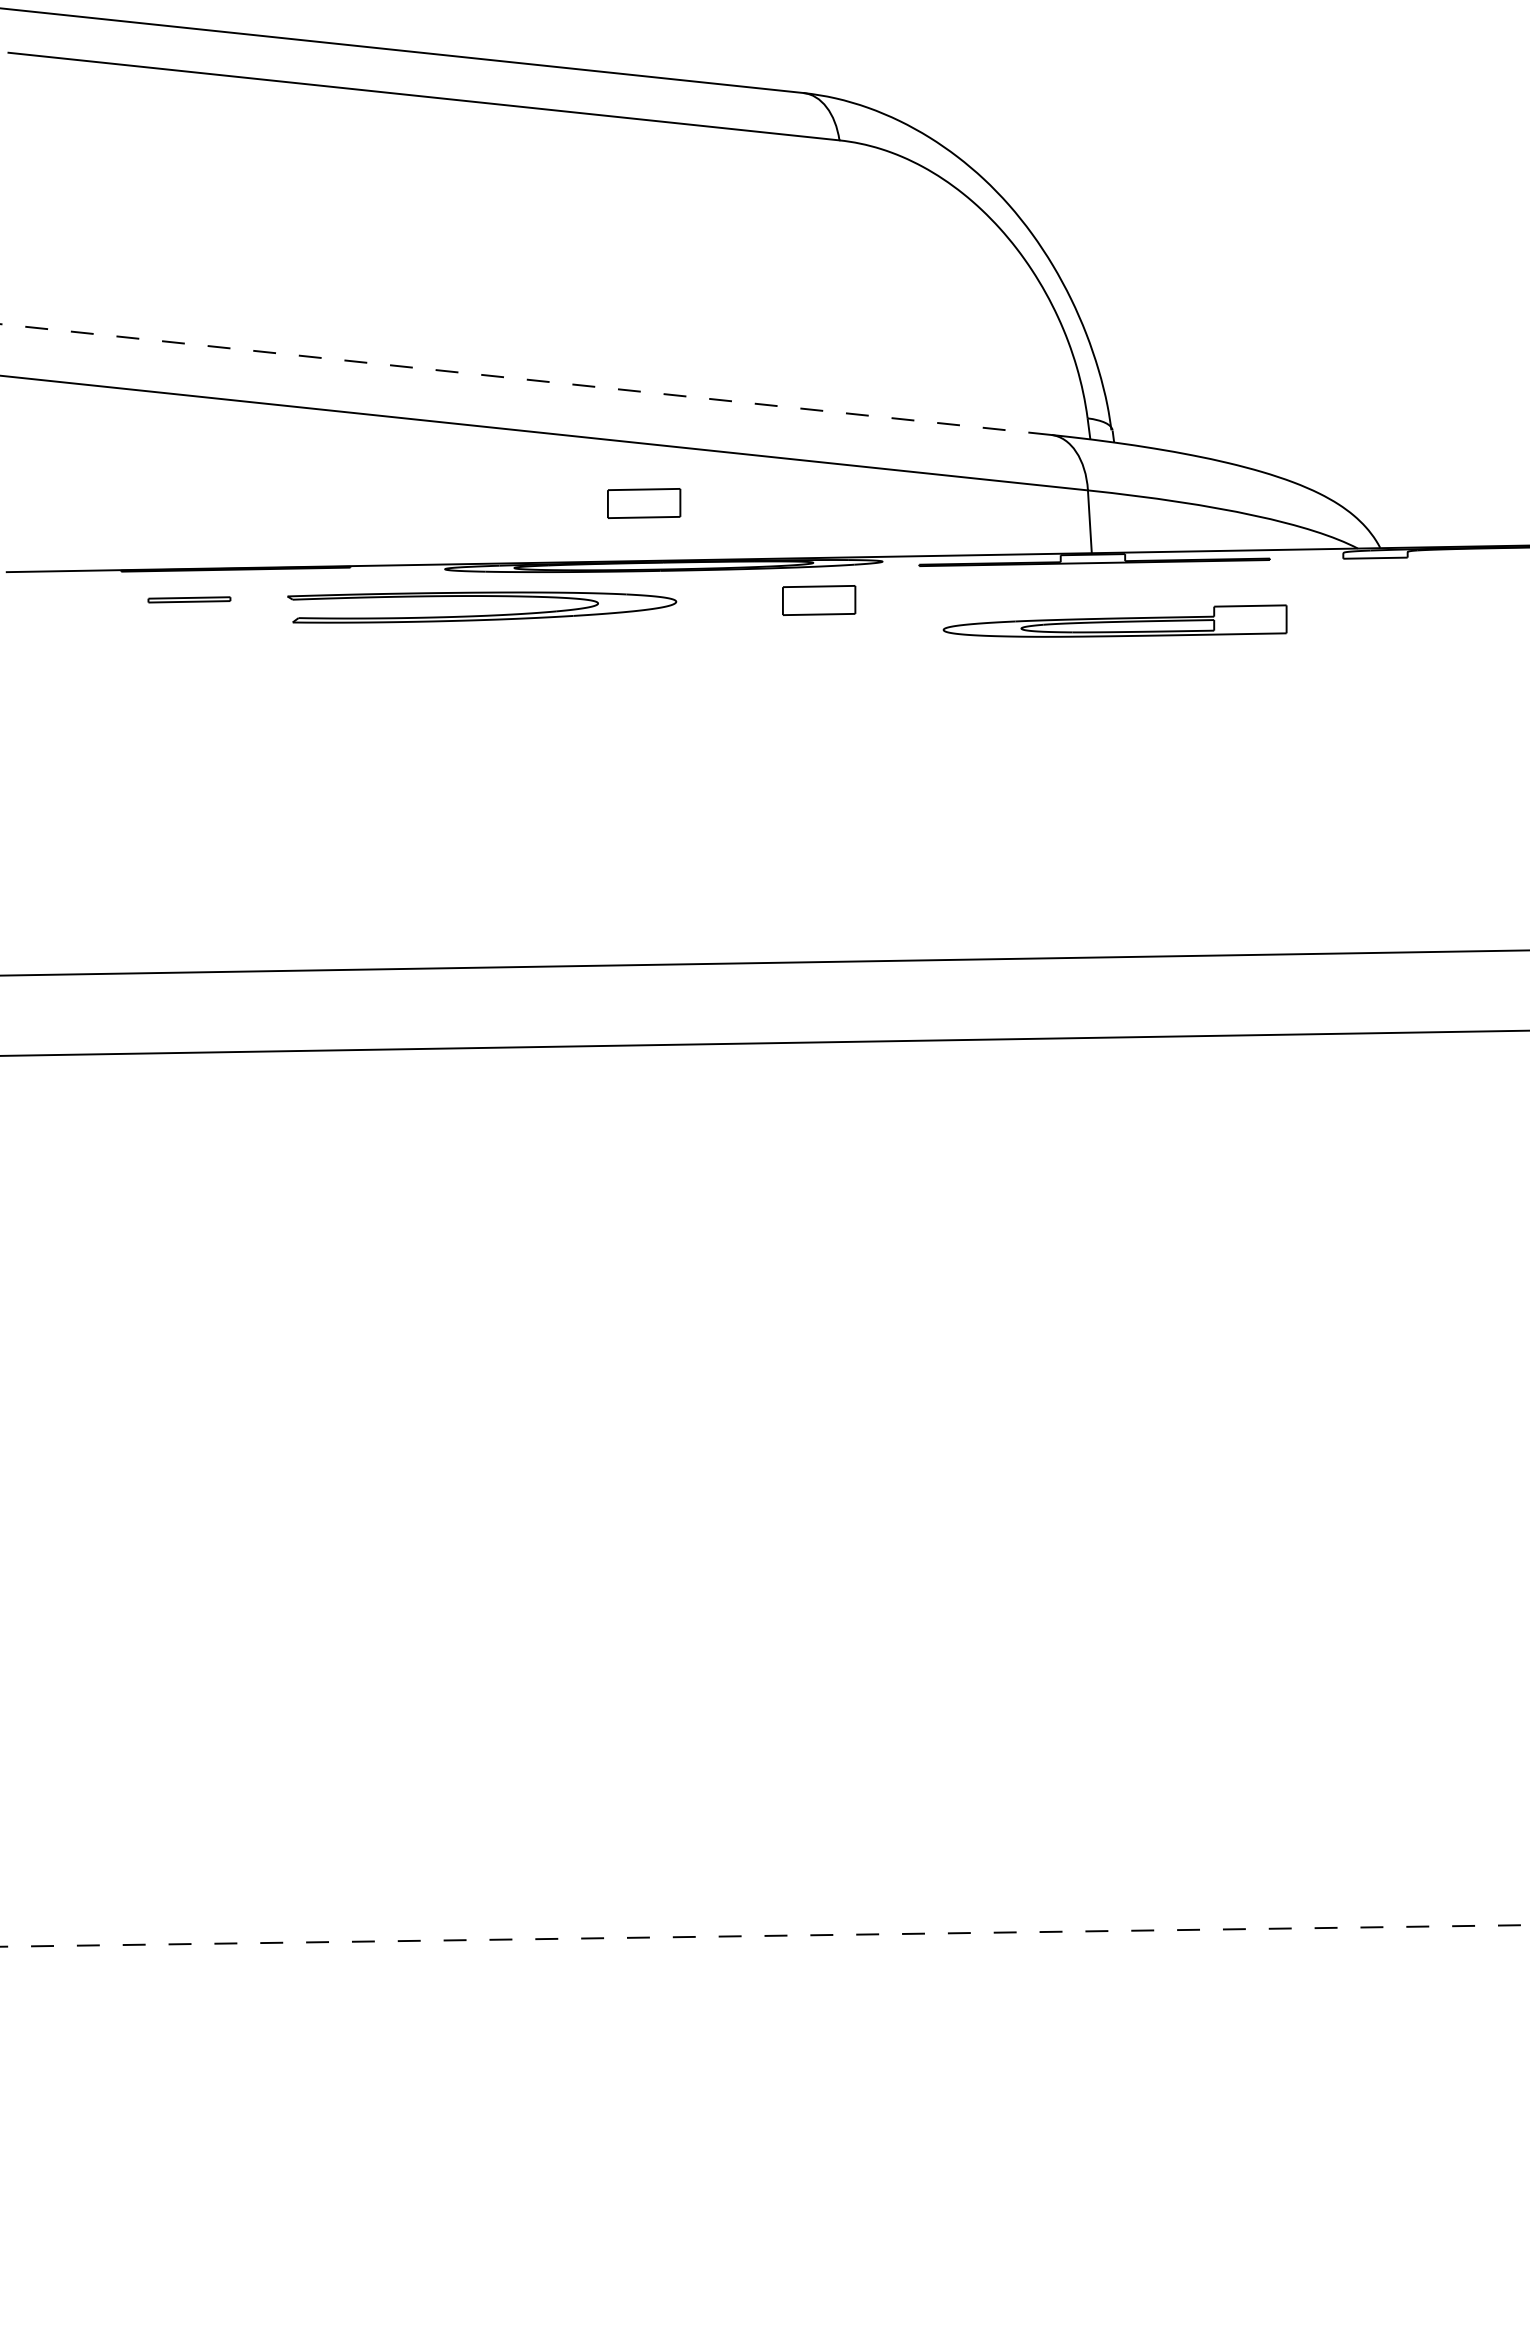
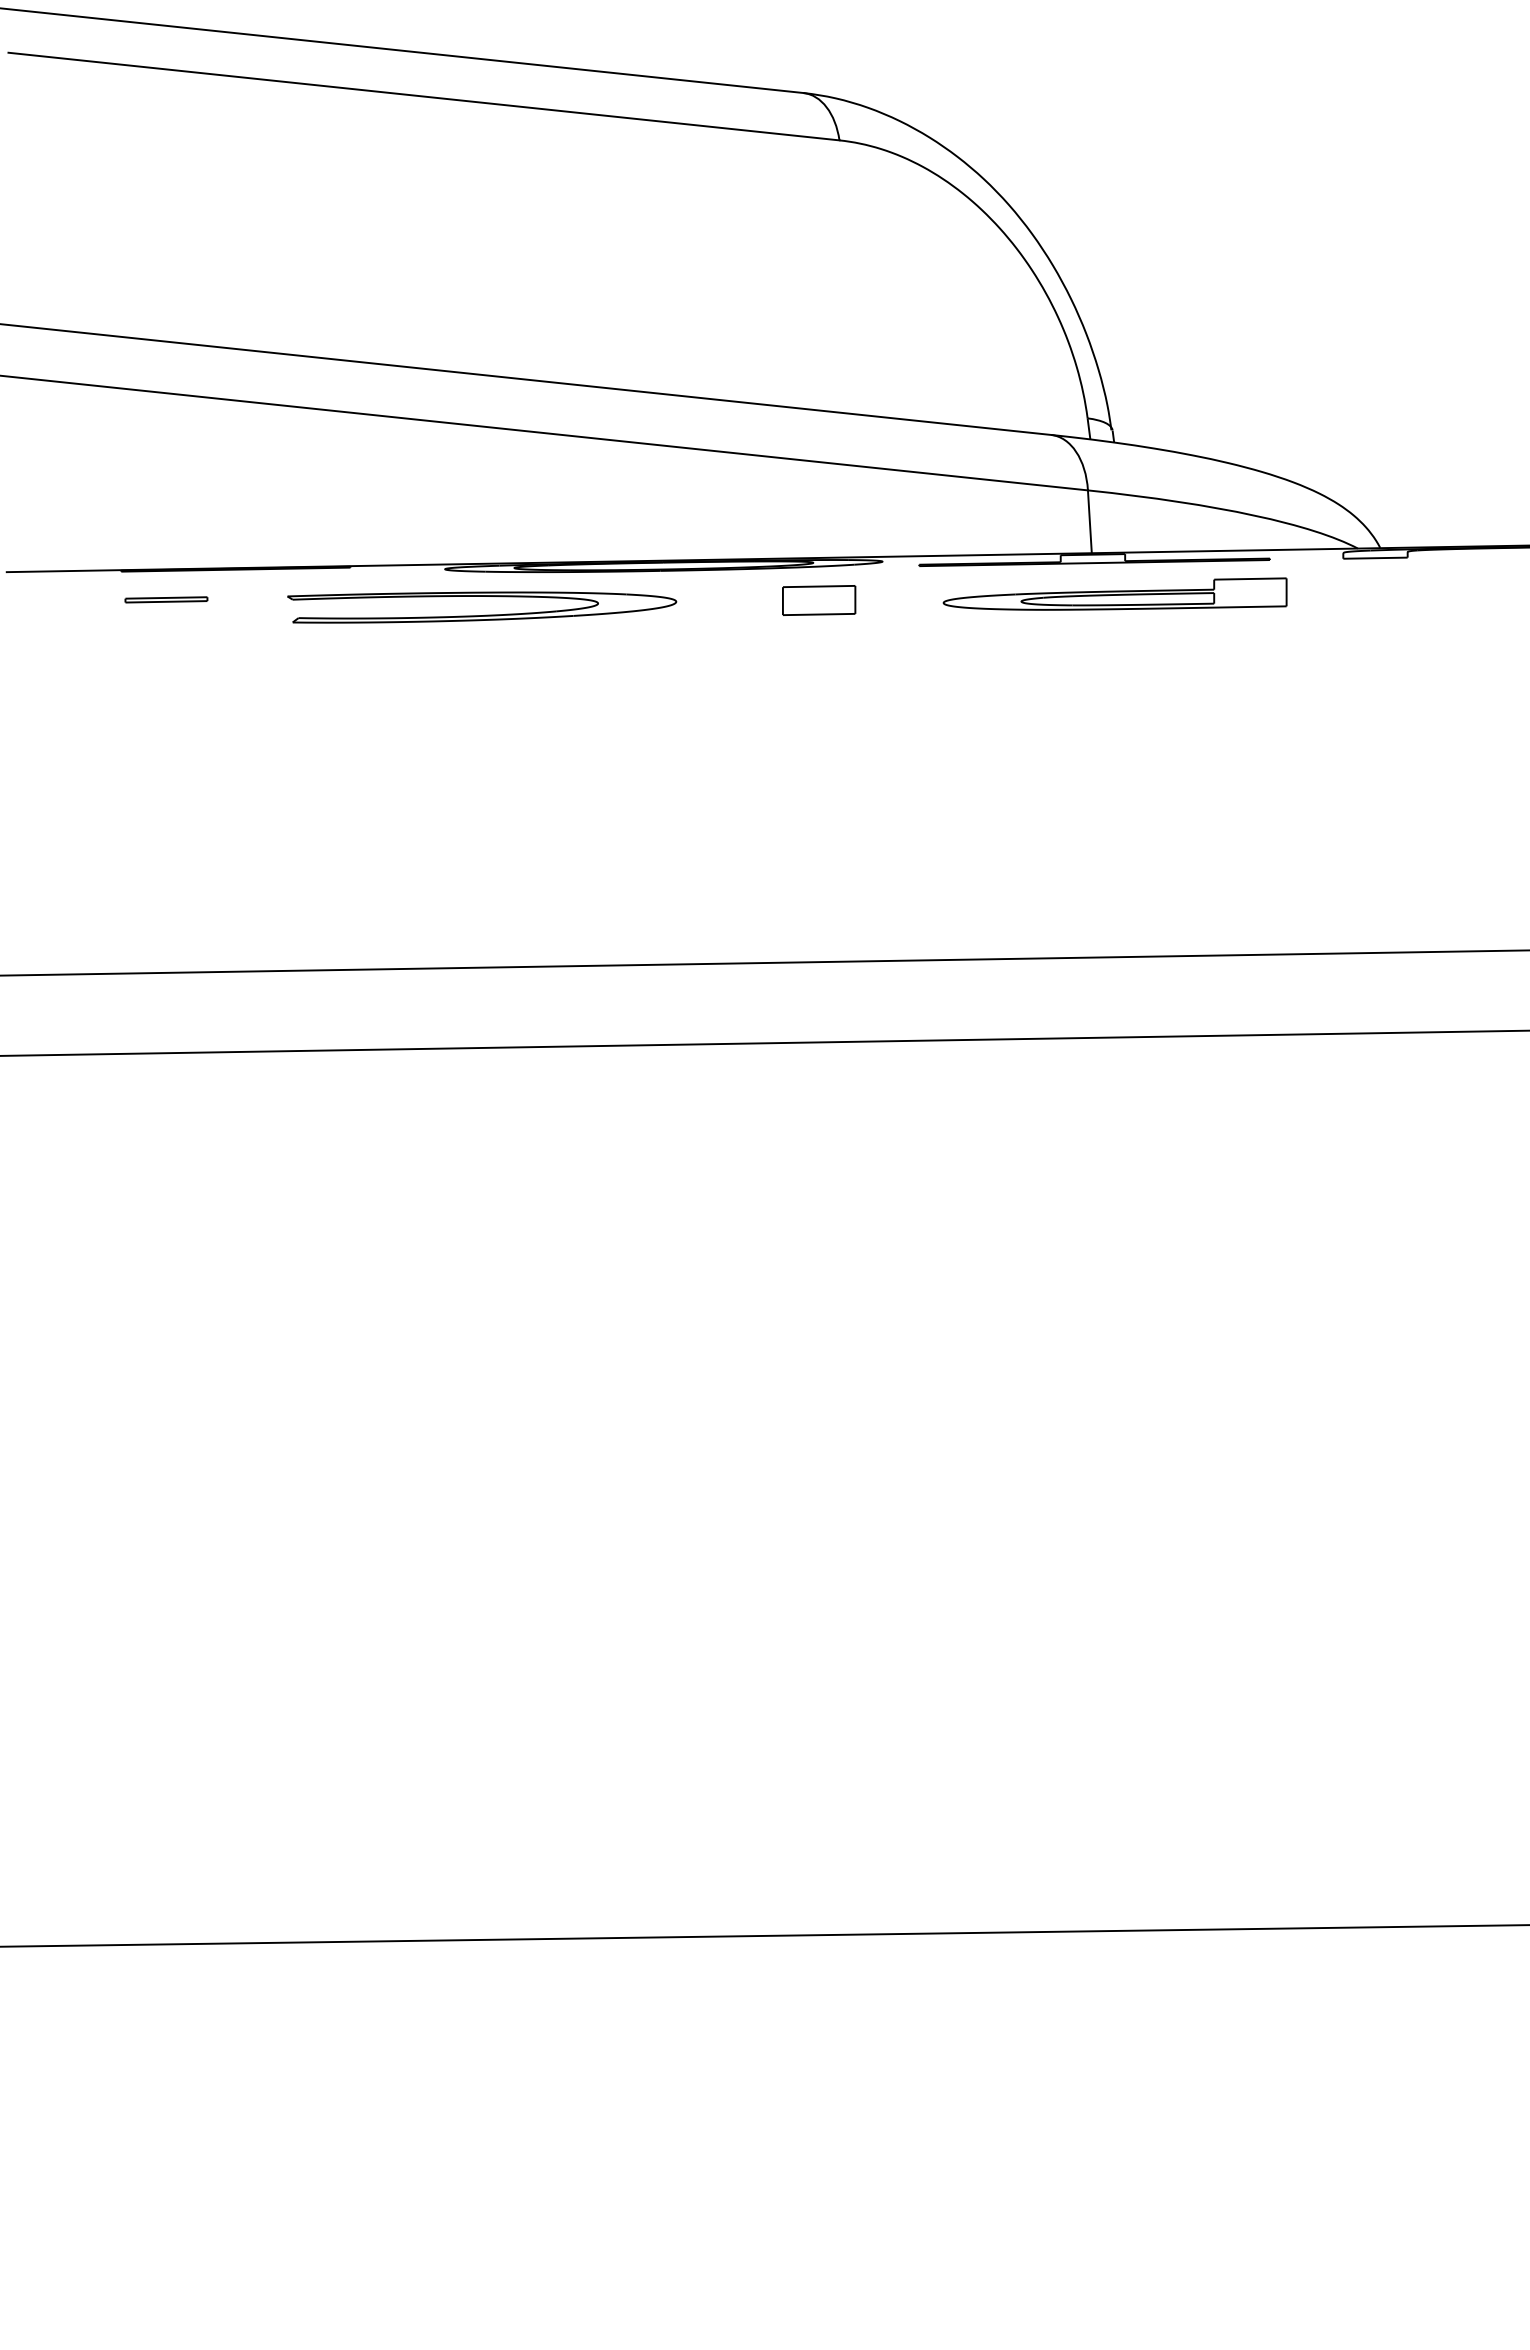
line at (525, 379): dashed -> solid
part at (644, 503): present -> none
part at (189, 599) position: (189, 599) -> (166, 599)
part at (1114, 620) position: (1114, 620) -> (1114, 593)
line at (765, 1935): dashed -> solid
